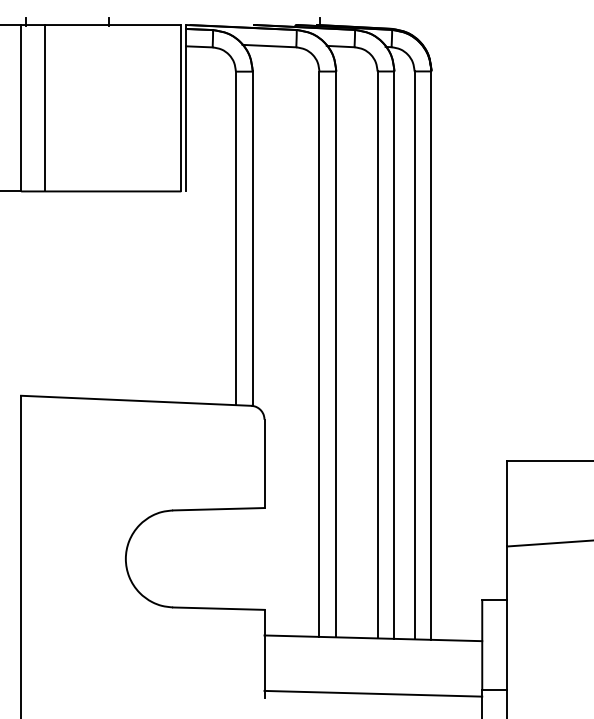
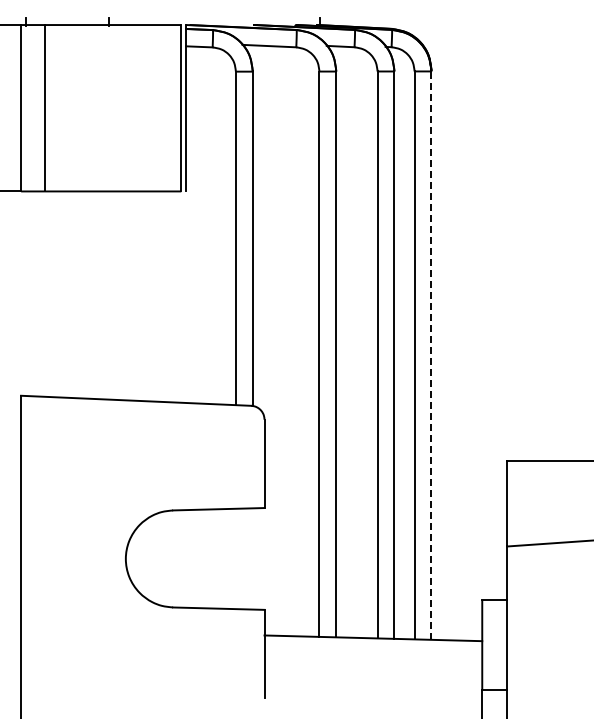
line at (431, 354): solid -> dashed
line at (373, 693): present -> none
